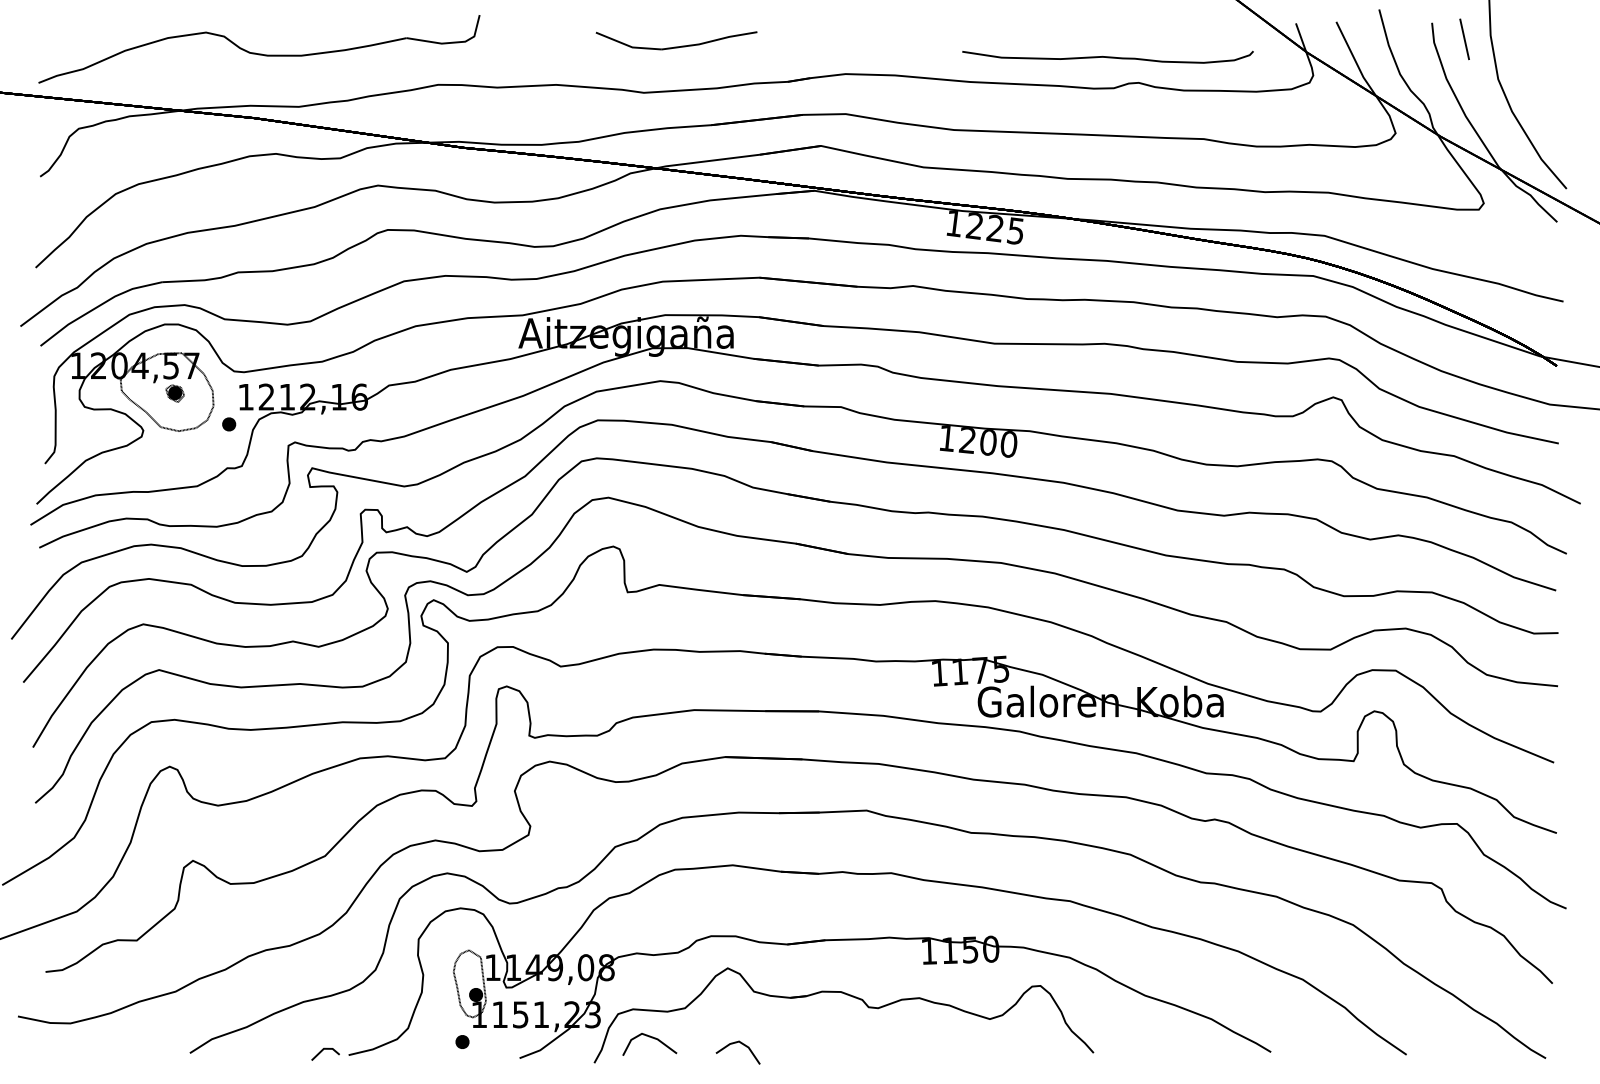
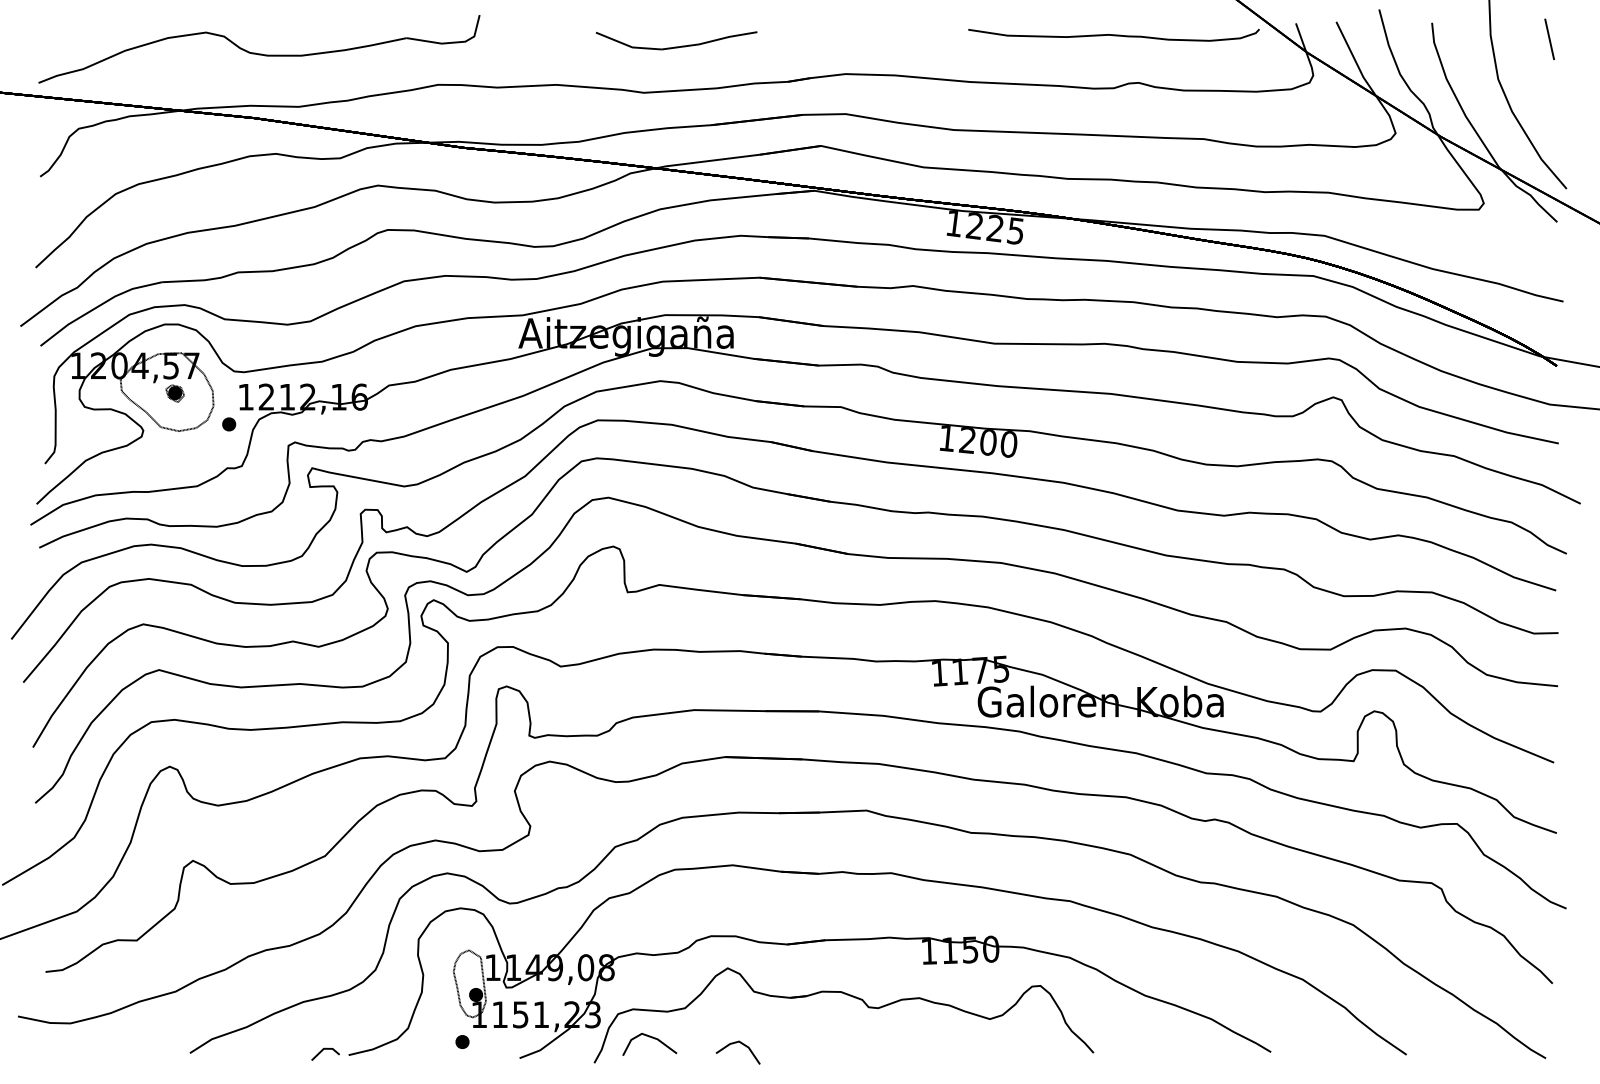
line at (1464, 39) position: (1464, 39) -> (1549, 39)
curve at (1107, 56) position: (1107, 56) -> (1113, 34)
